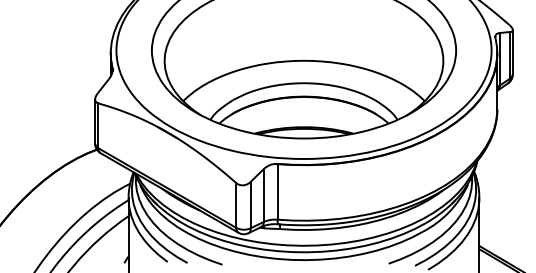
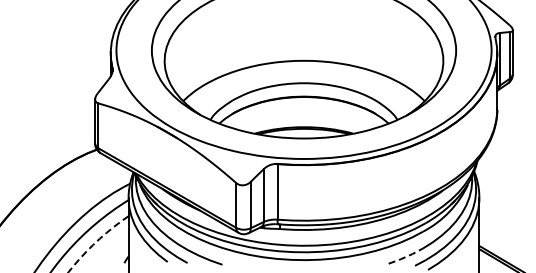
arc at (95, 242): solid -> dashed
line at (407, 256): solid -> dashed
